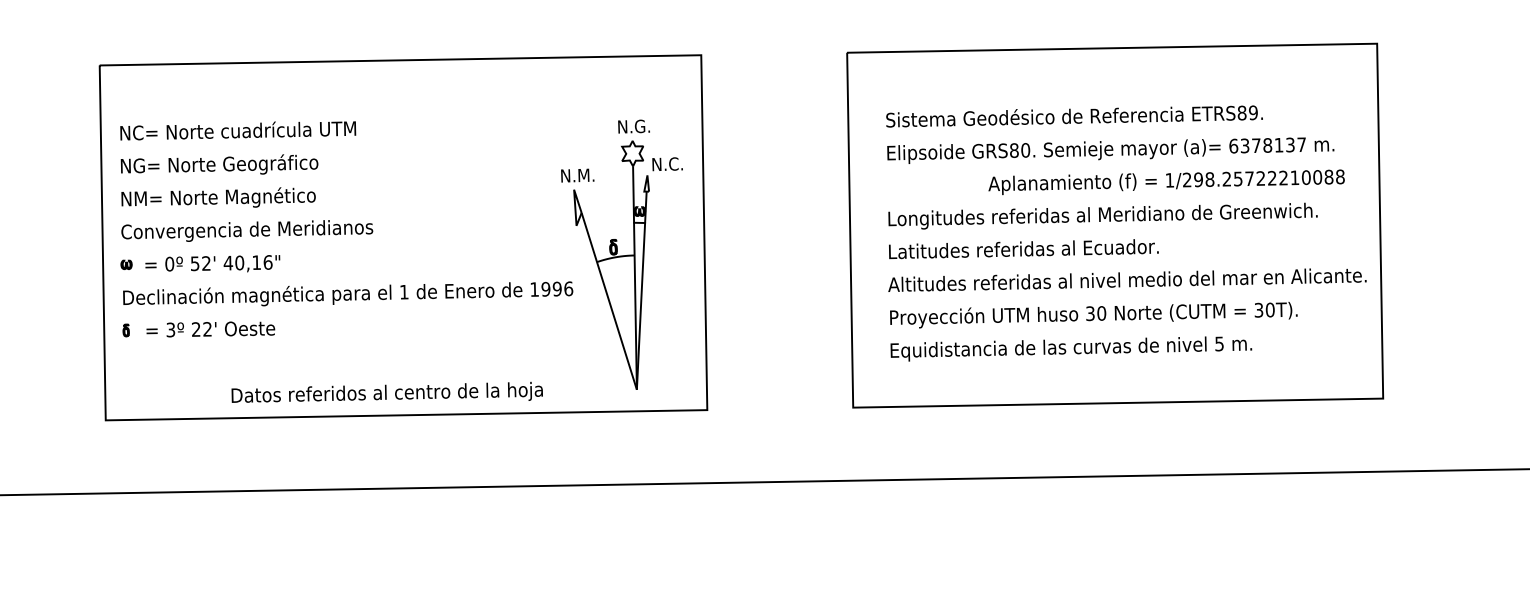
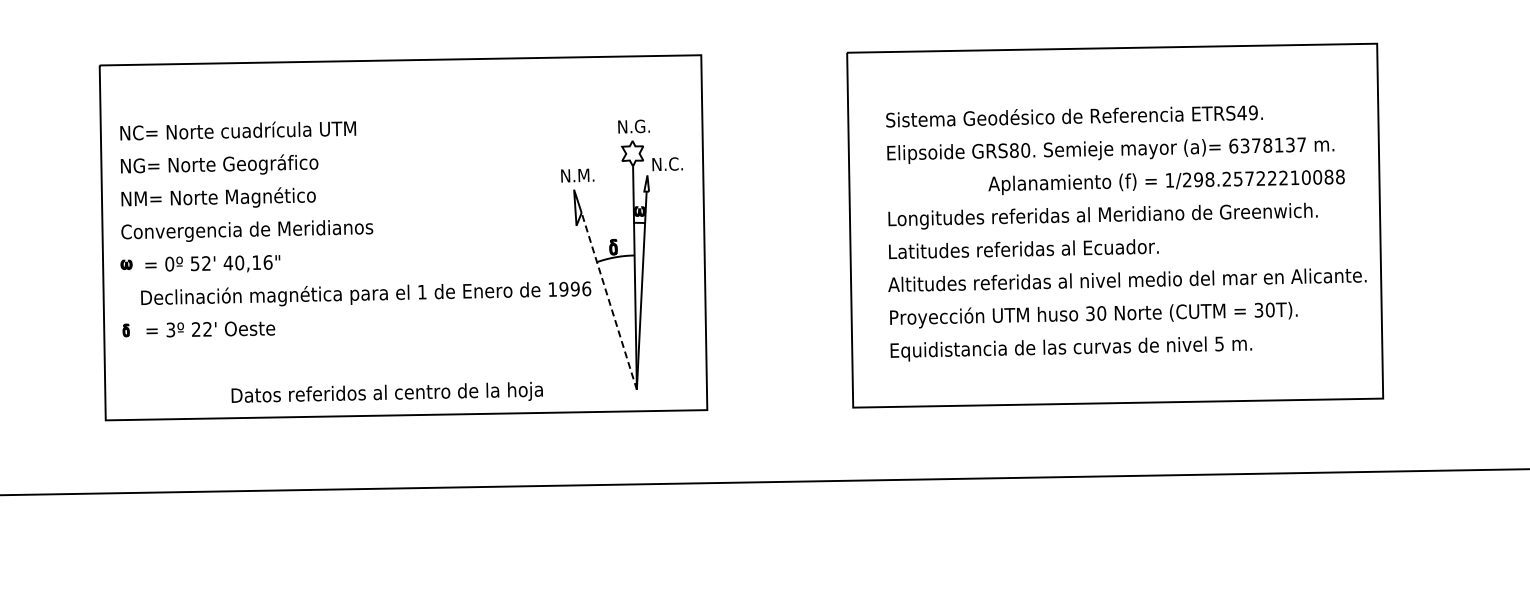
text at (1241, 112): ETRS89. -> ETRS49.
text at (348, 293) position: (348, 293) -> (366, 293)
line at (609, 301): solid -> dashed
